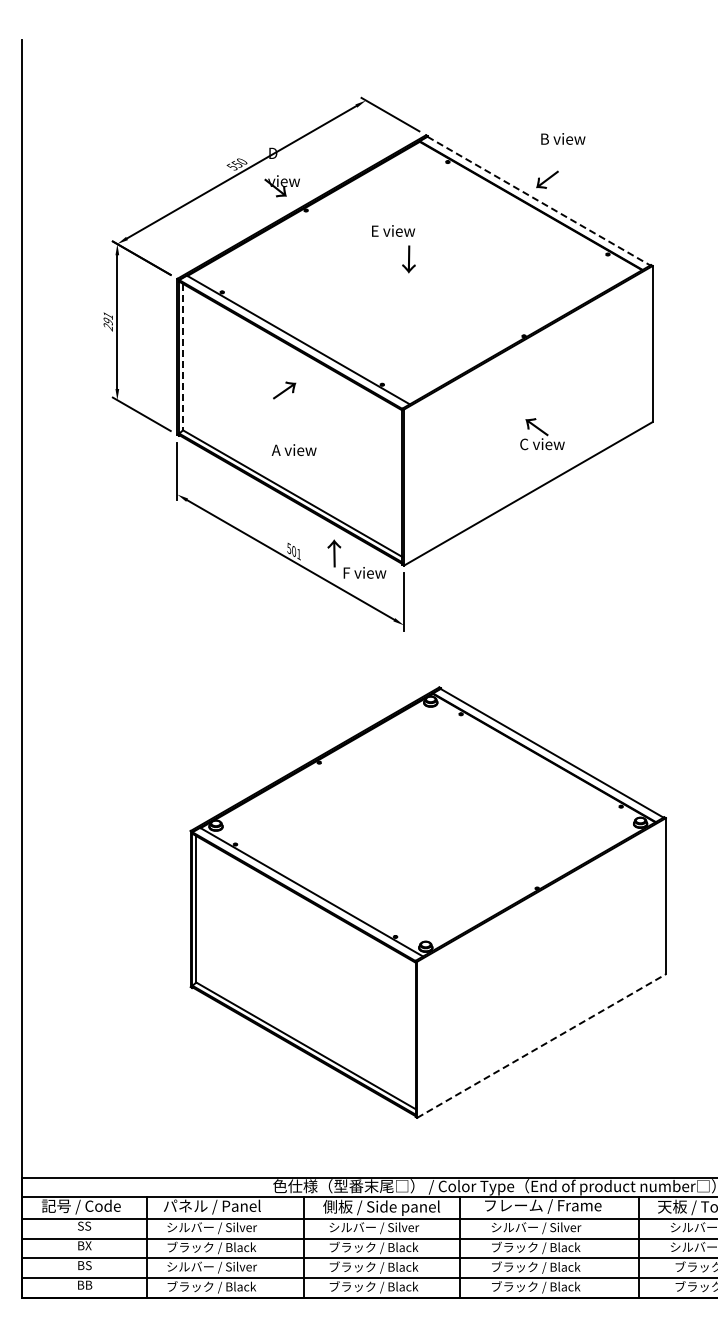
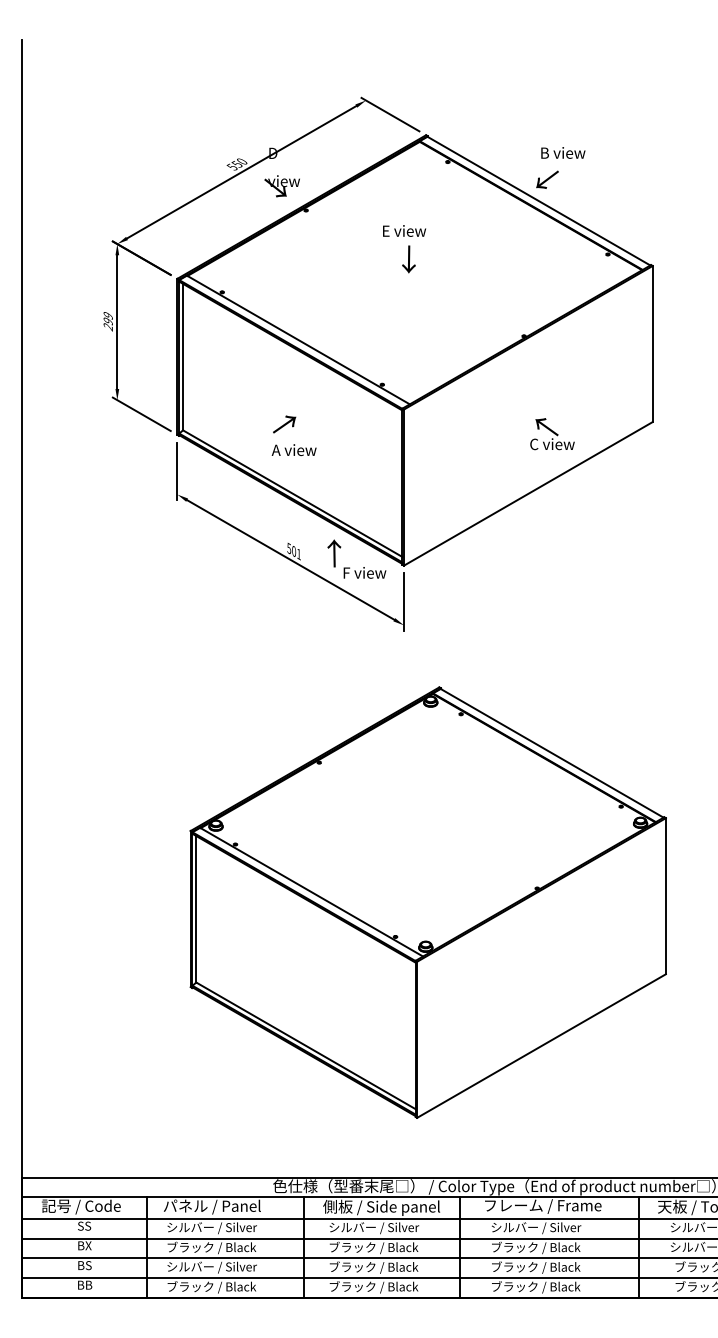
text at (563, 138) position: (563, 138) -> (563, 152)
line at (538, 201): dashed -> solid
text at (393, 230) position: (393, 230) -> (404, 230)
text at (107, 315): 291 -> 299
line at (183, 357): dashed -> solid
text at (284, 390) position: (284, 390) -> (284, 424)
text at (542, 434) position: (542, 434) -> (552, 434)
line at (541, 1046): dashed -> solid
